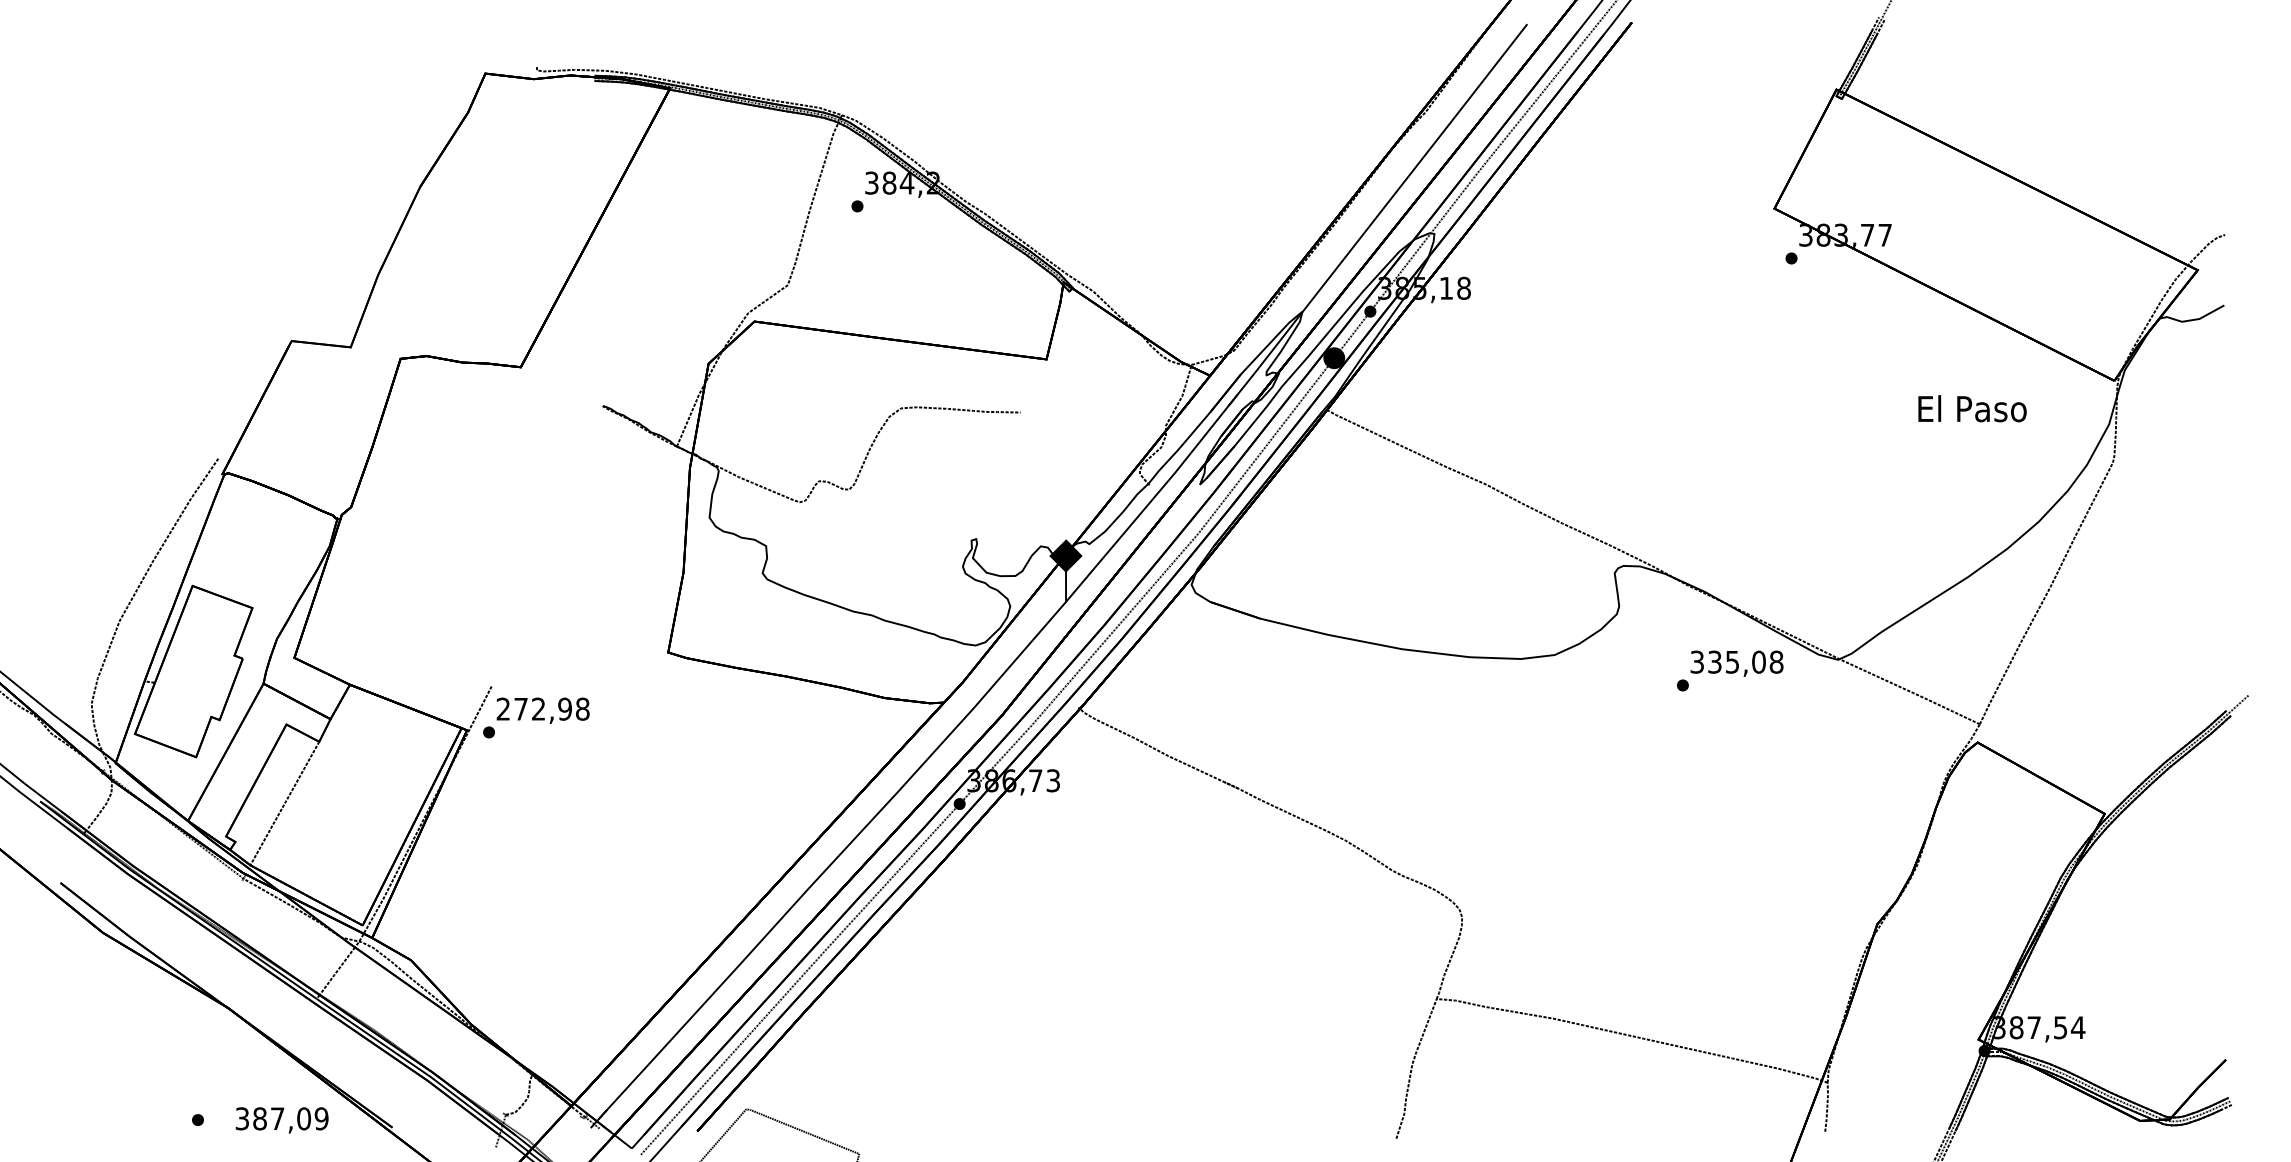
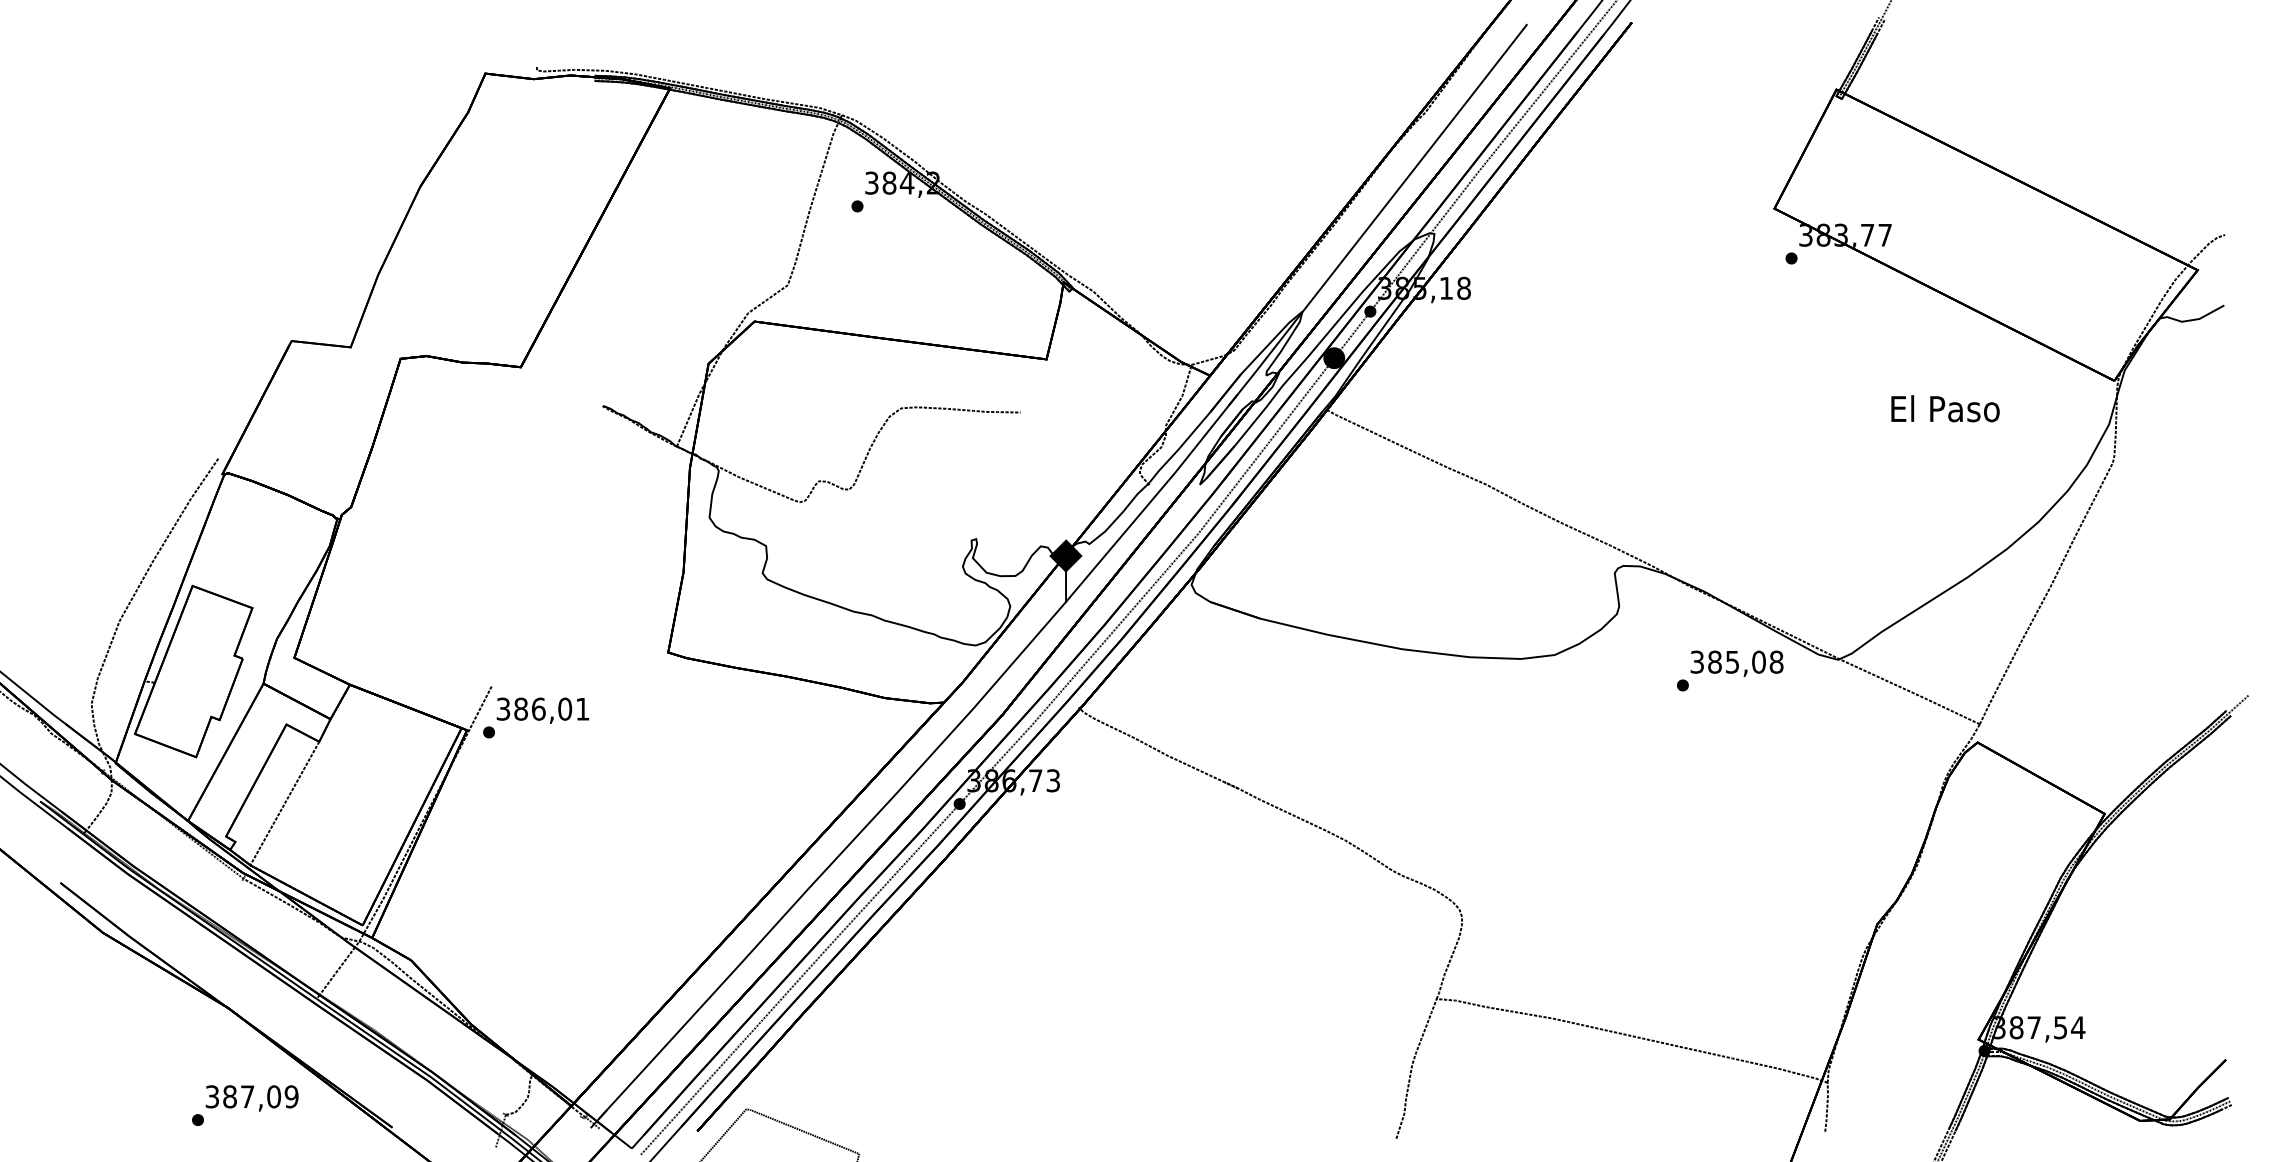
text at (1972, 408) position: (1972, 408) -> (1945, 408)
text at (1714, 661): 335,08 -> 385,08
text at (542, 708): 272,98 -> 386,01
text at (281, 1120) position: (281, 1120) -> (251, 1098)
